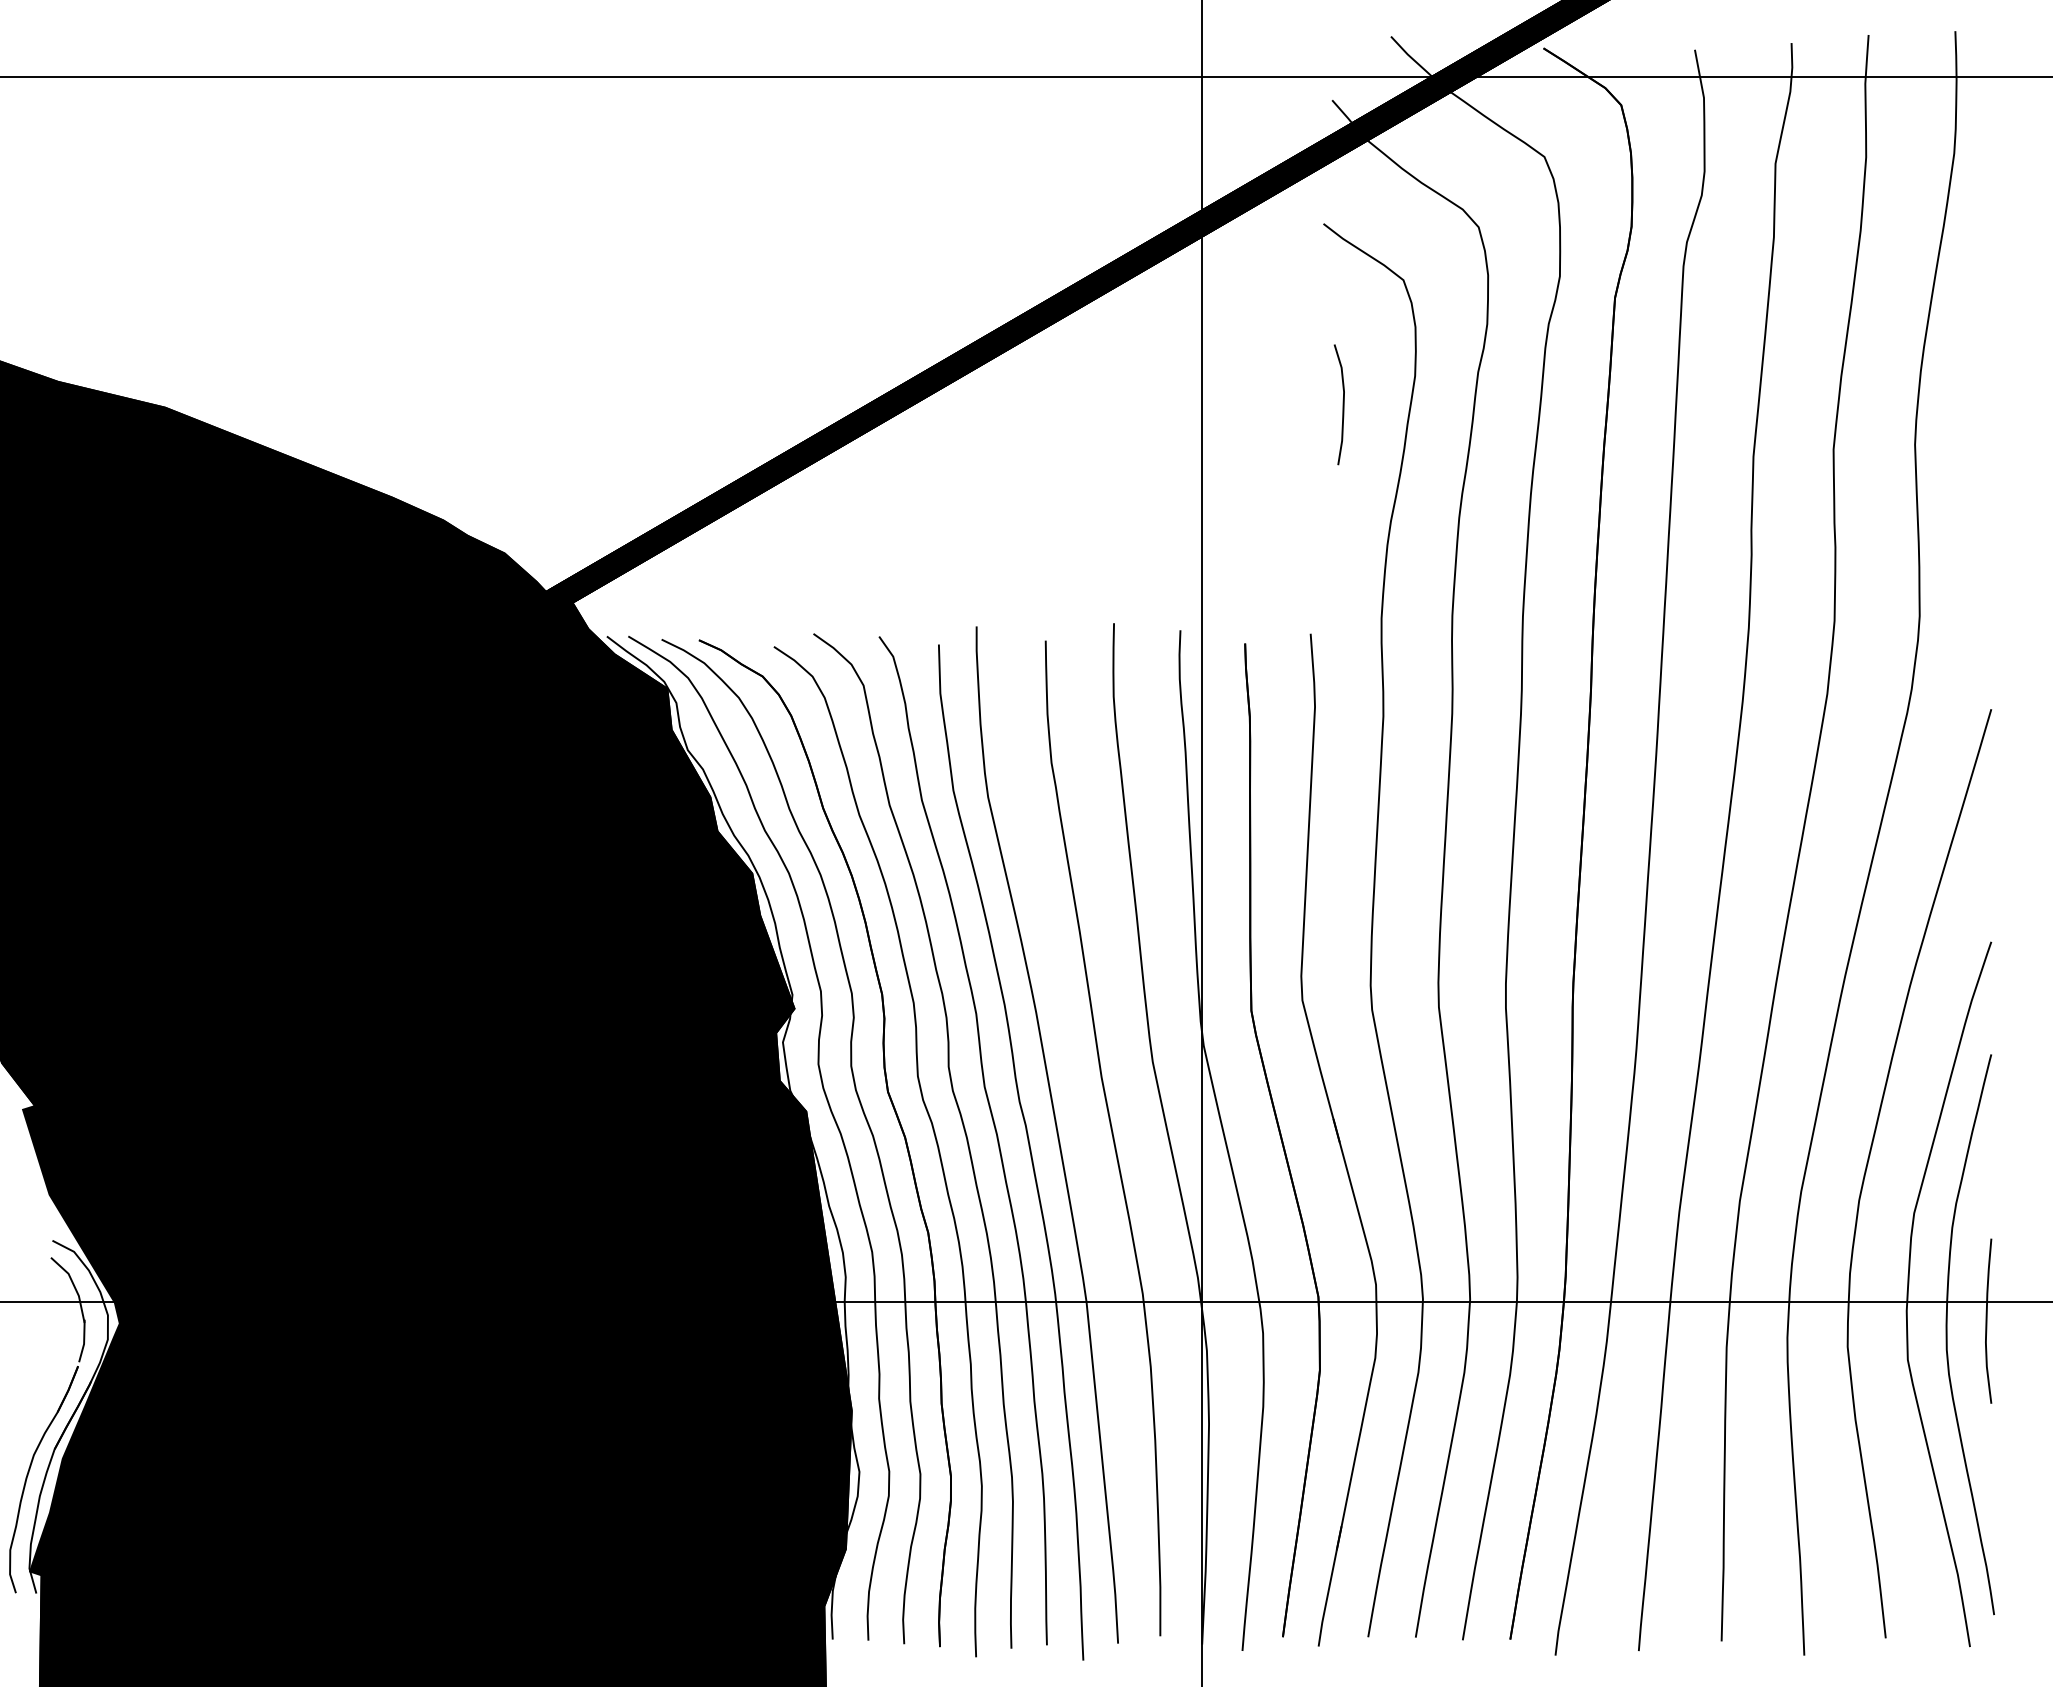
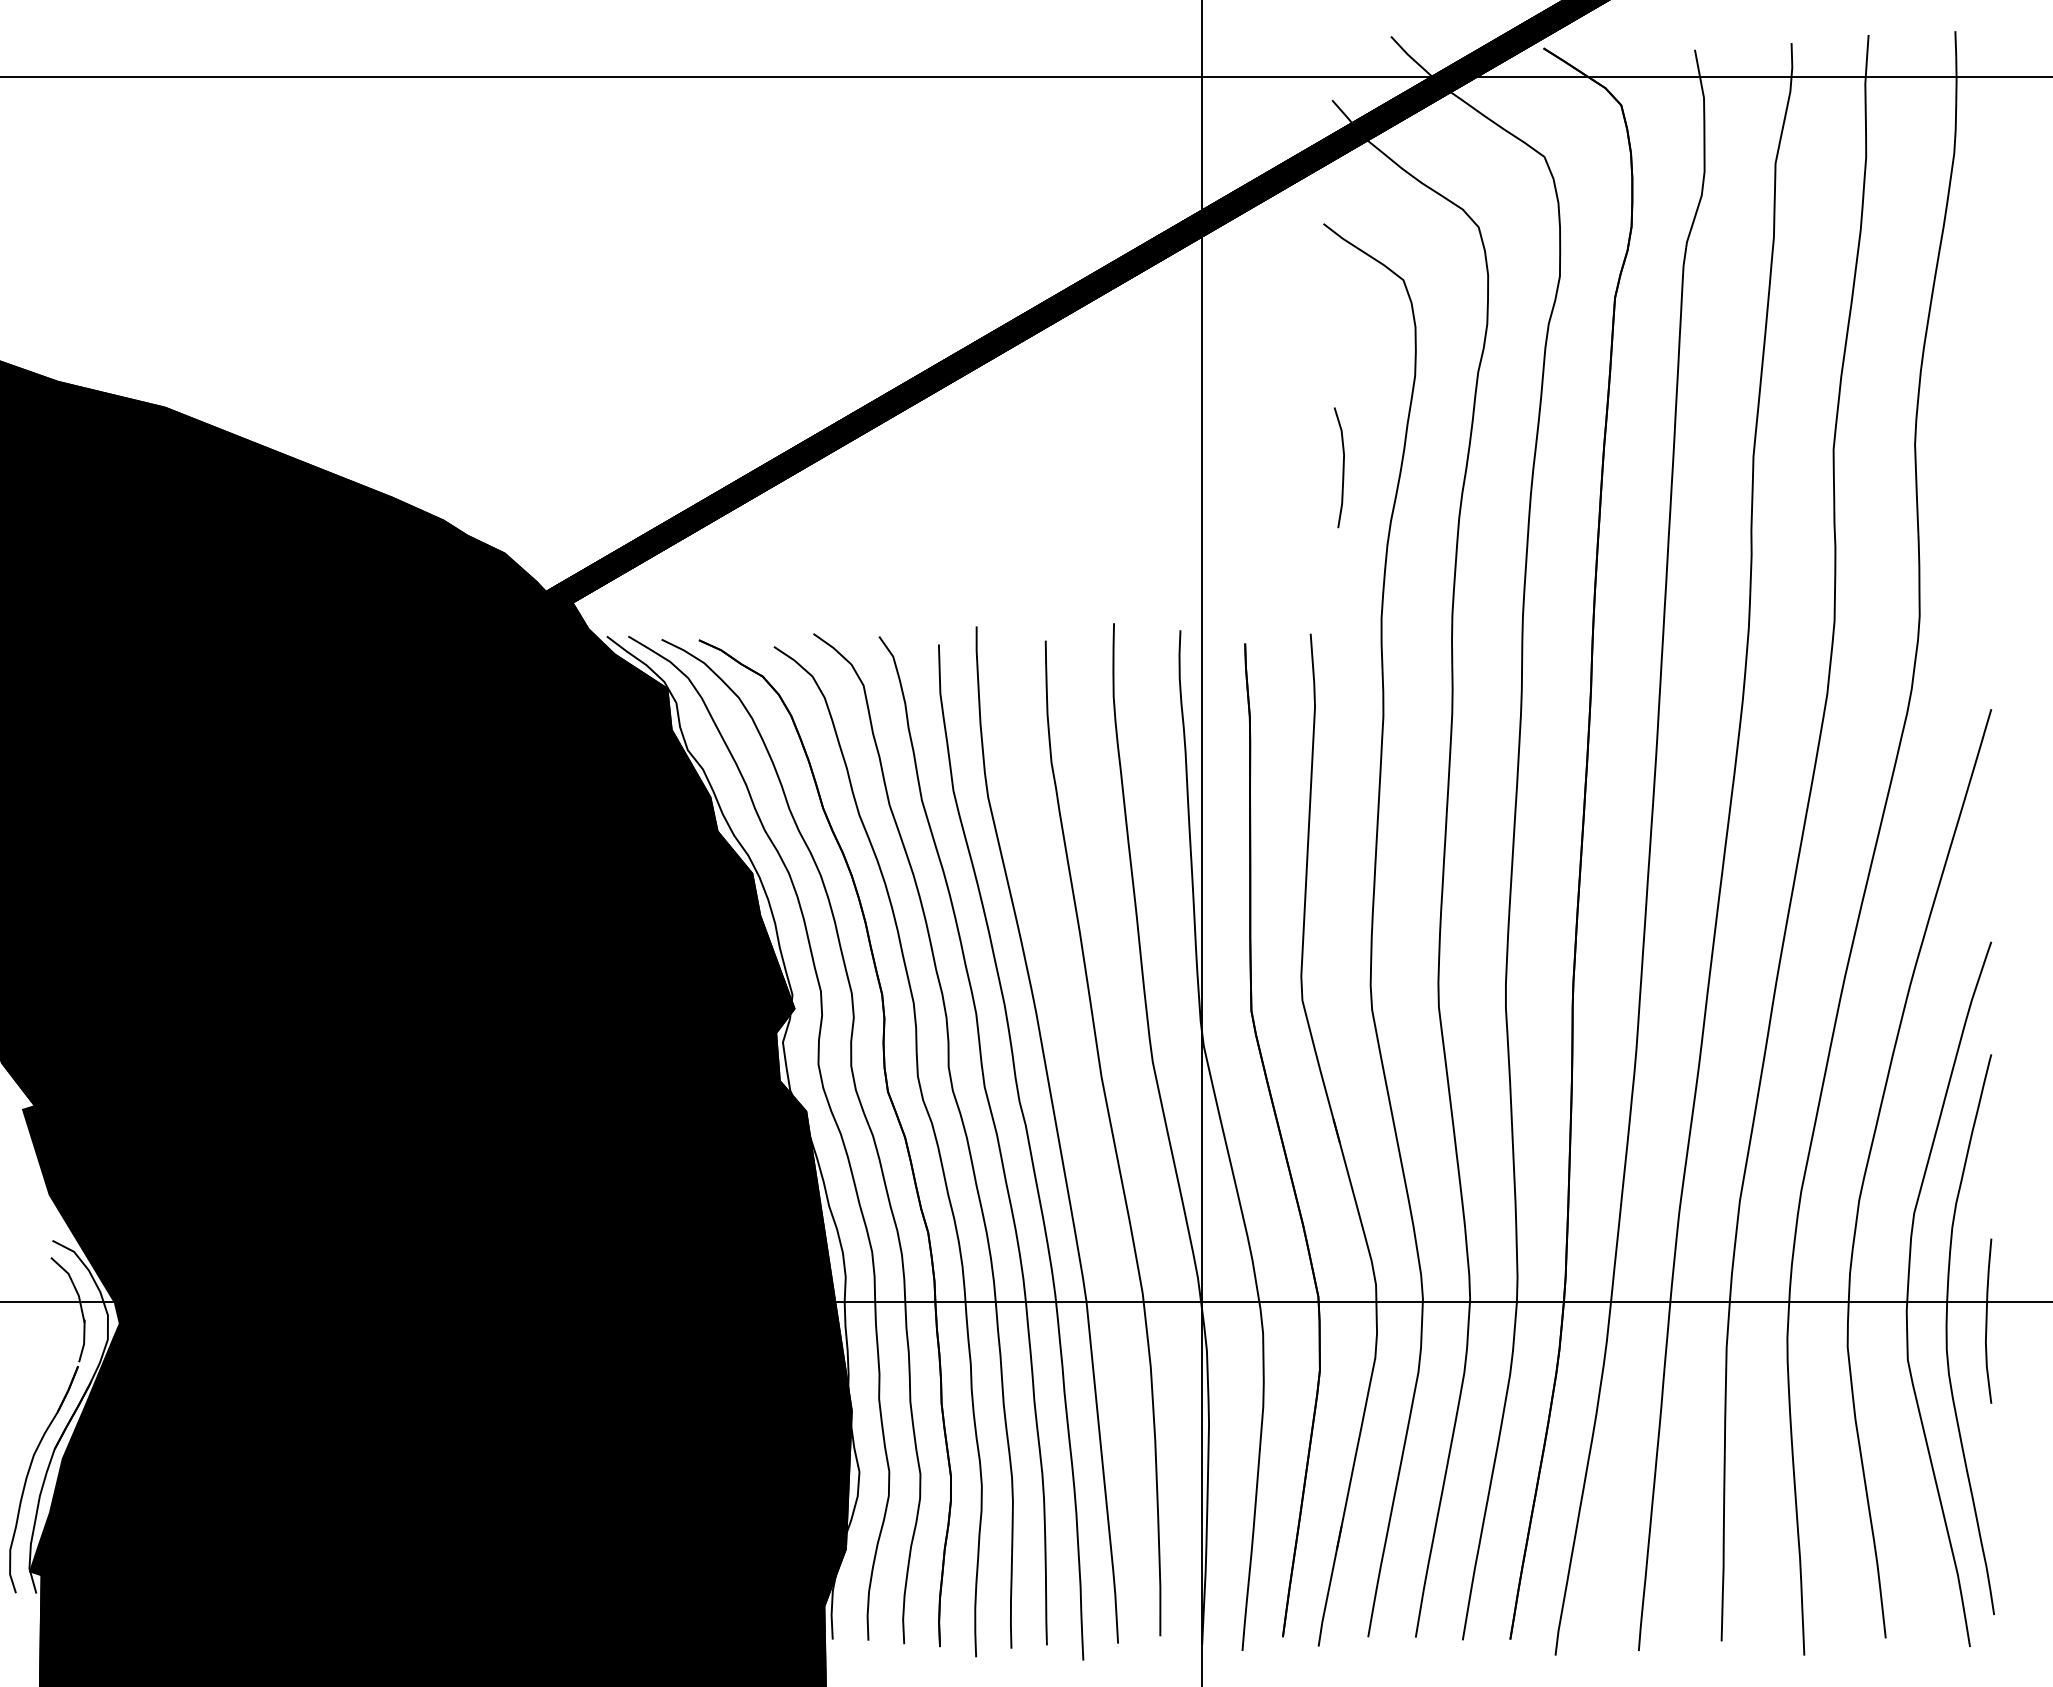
curve at (1342, 404) position: (1342, 404) -> (1342, 467)
